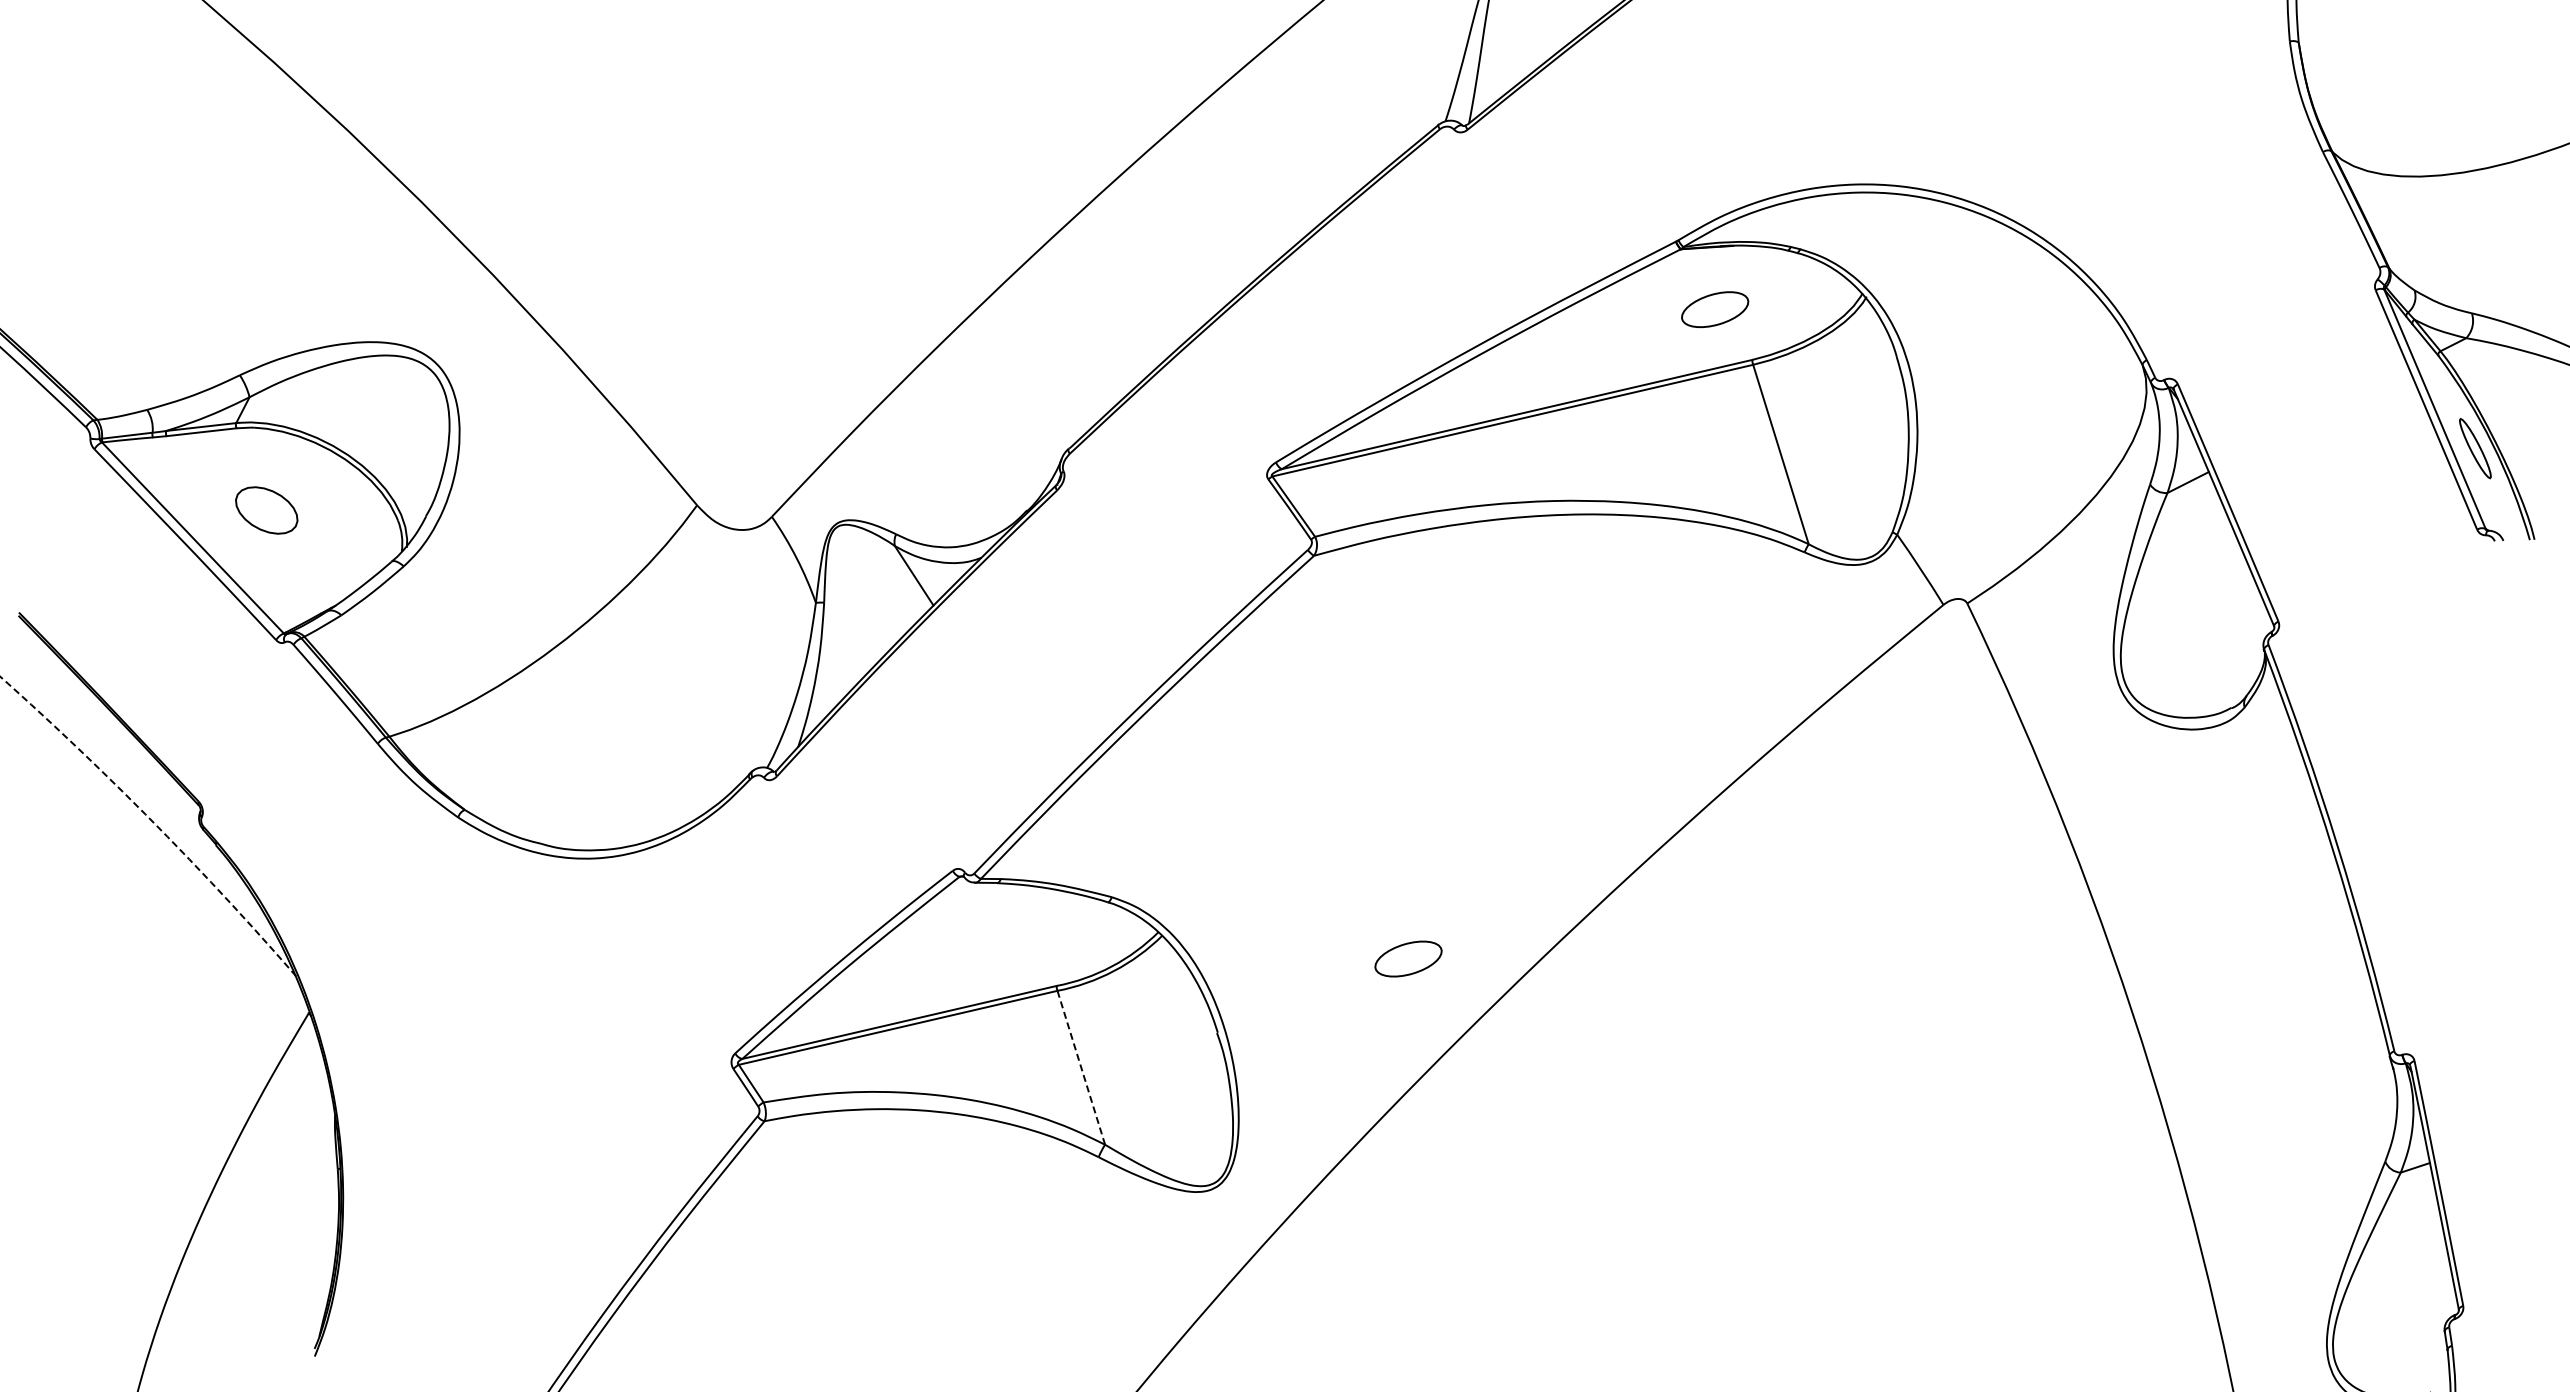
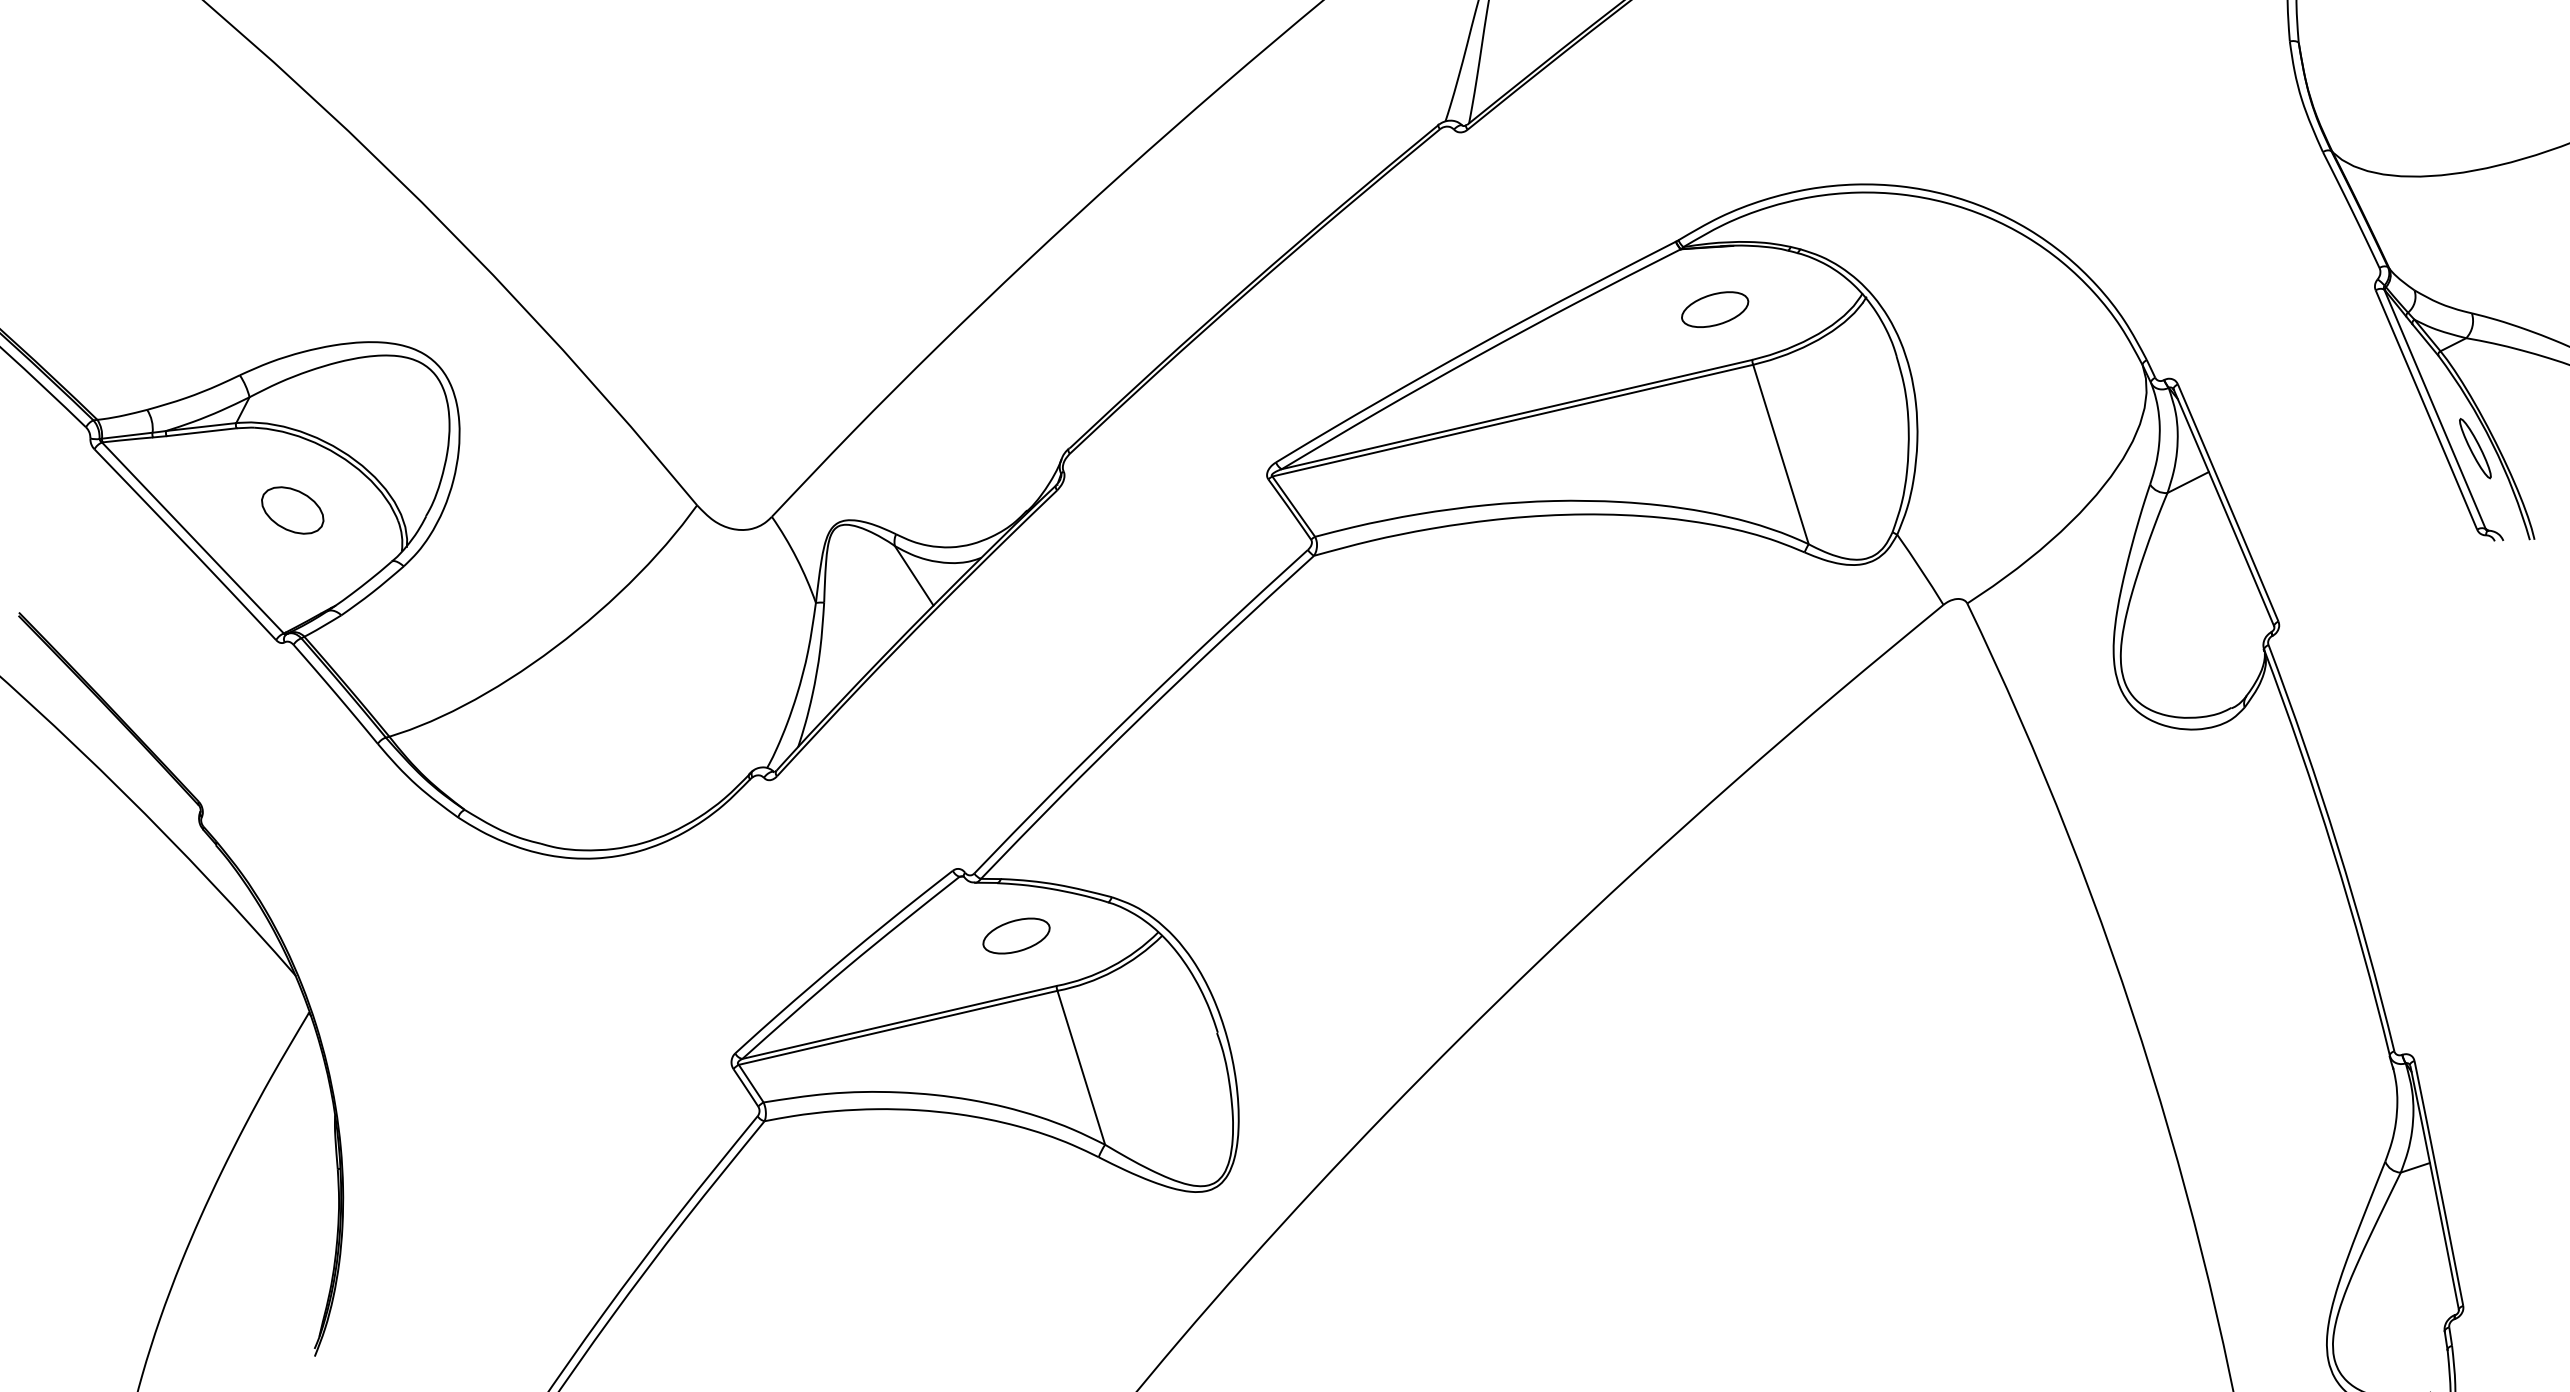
part at (266, 510) position: (266, 510) -> (292, 510)
arc at (152, 821): dashed -> solid
part at (1408, 958) position: (1408, 958) -> (1016, 935)
line at (1081, 1067): dashed -> solid
